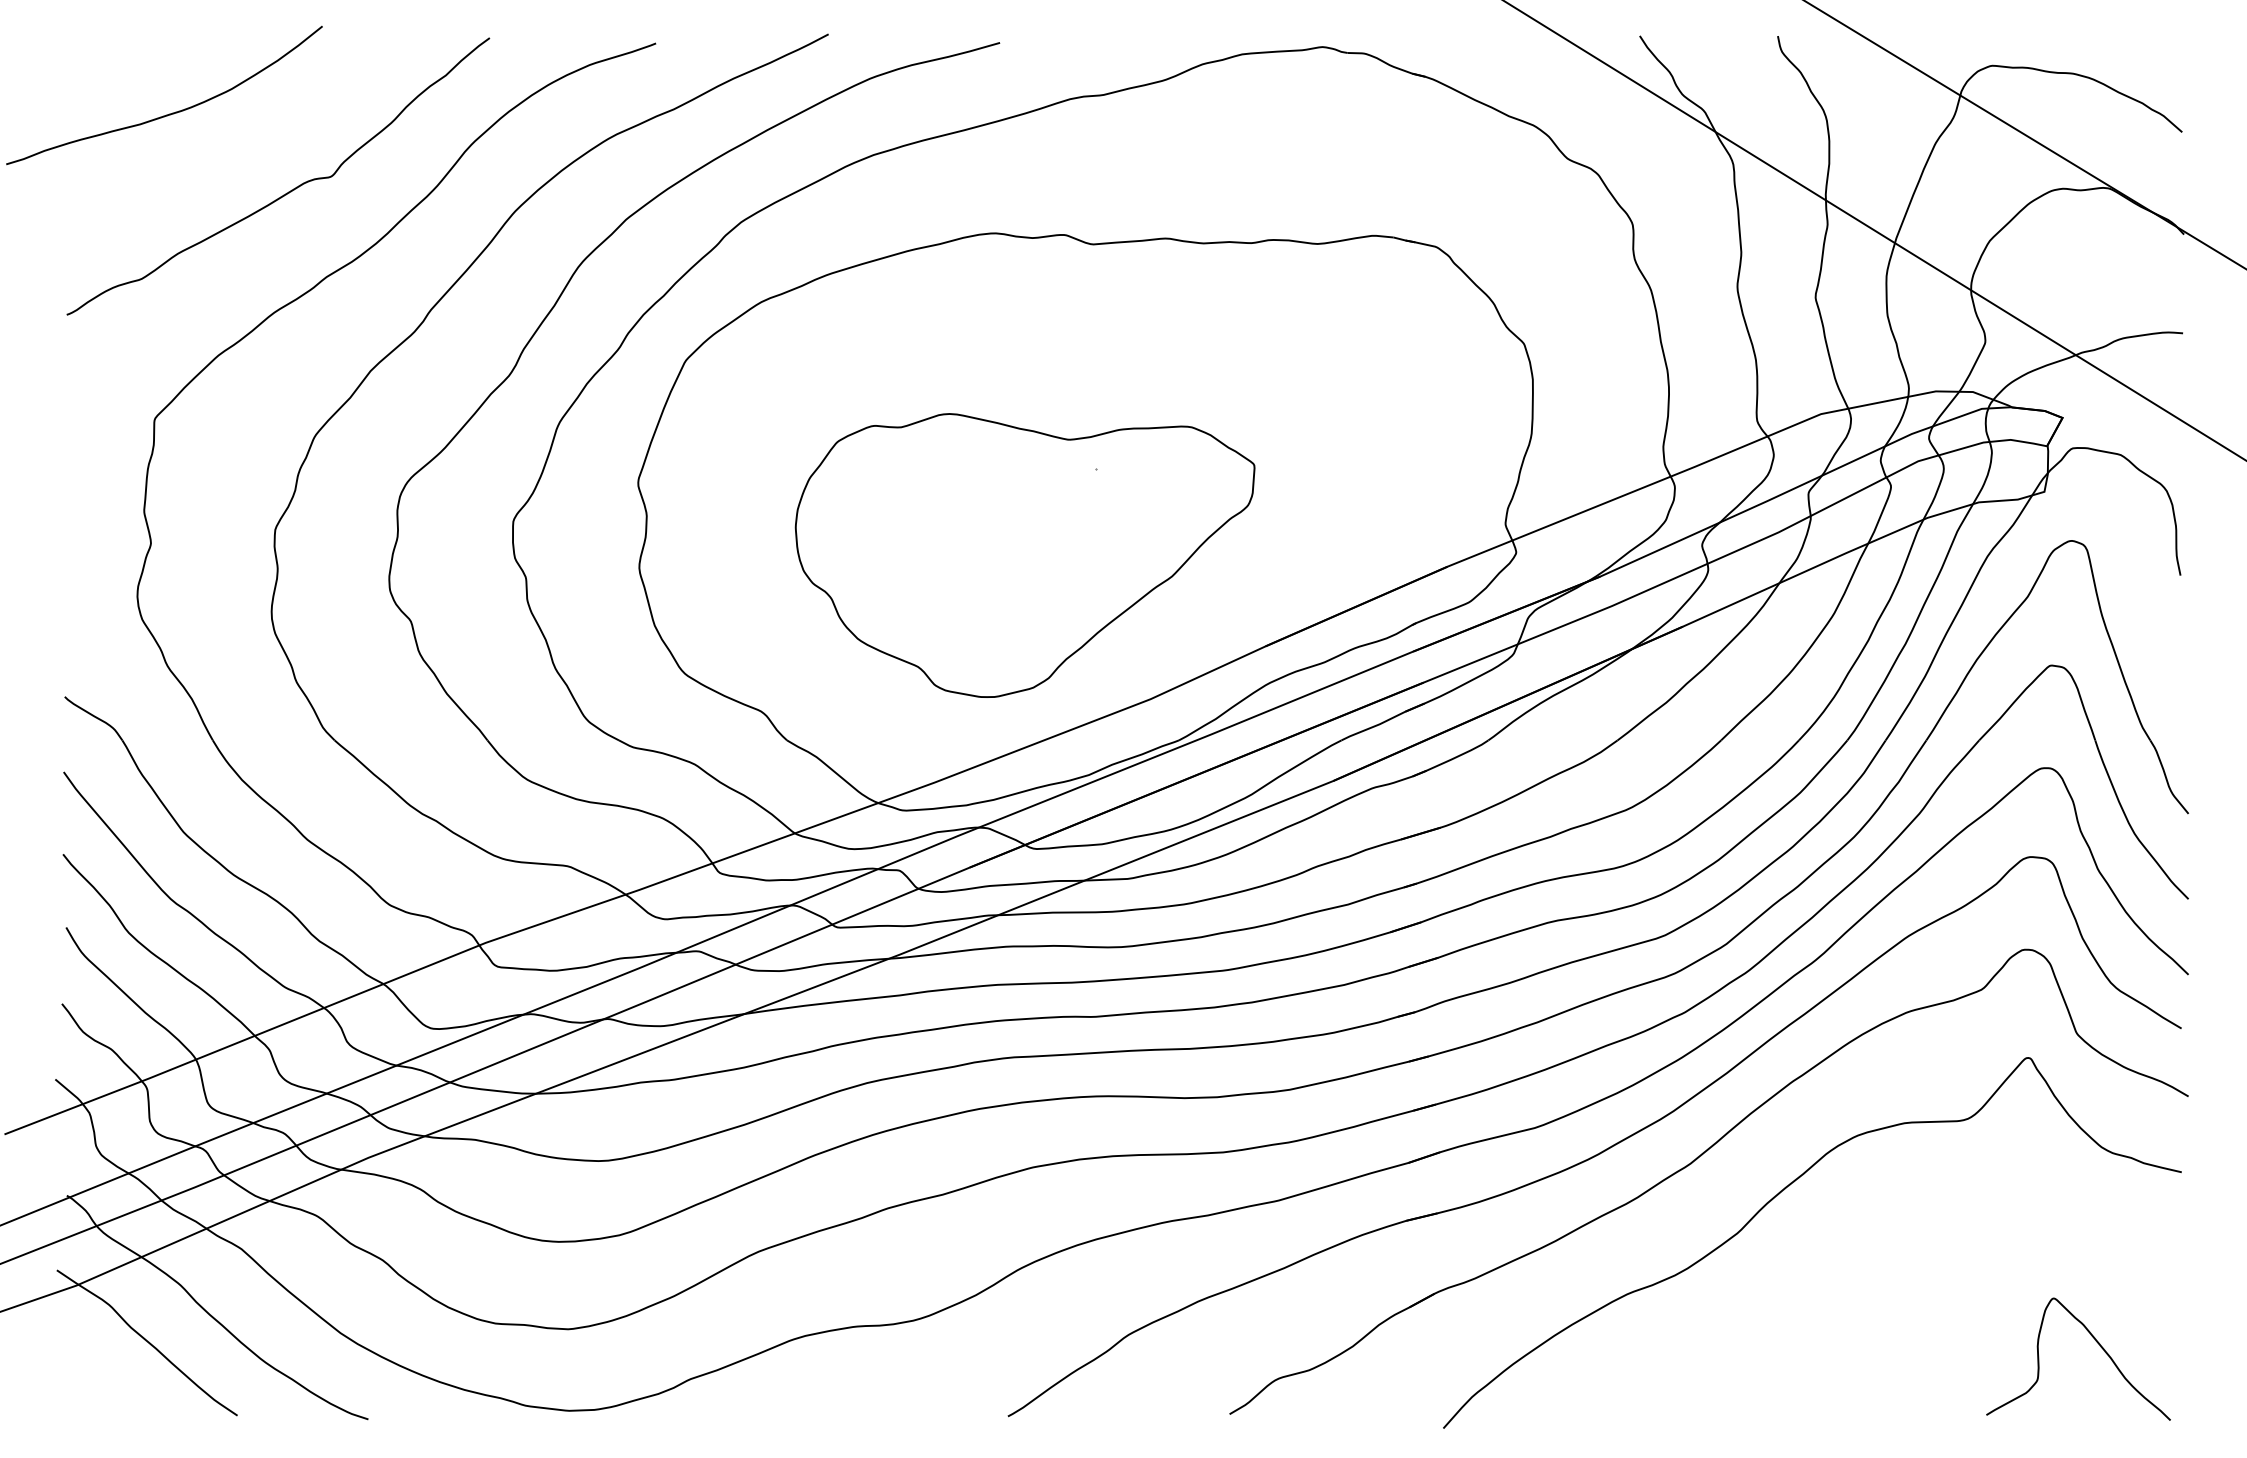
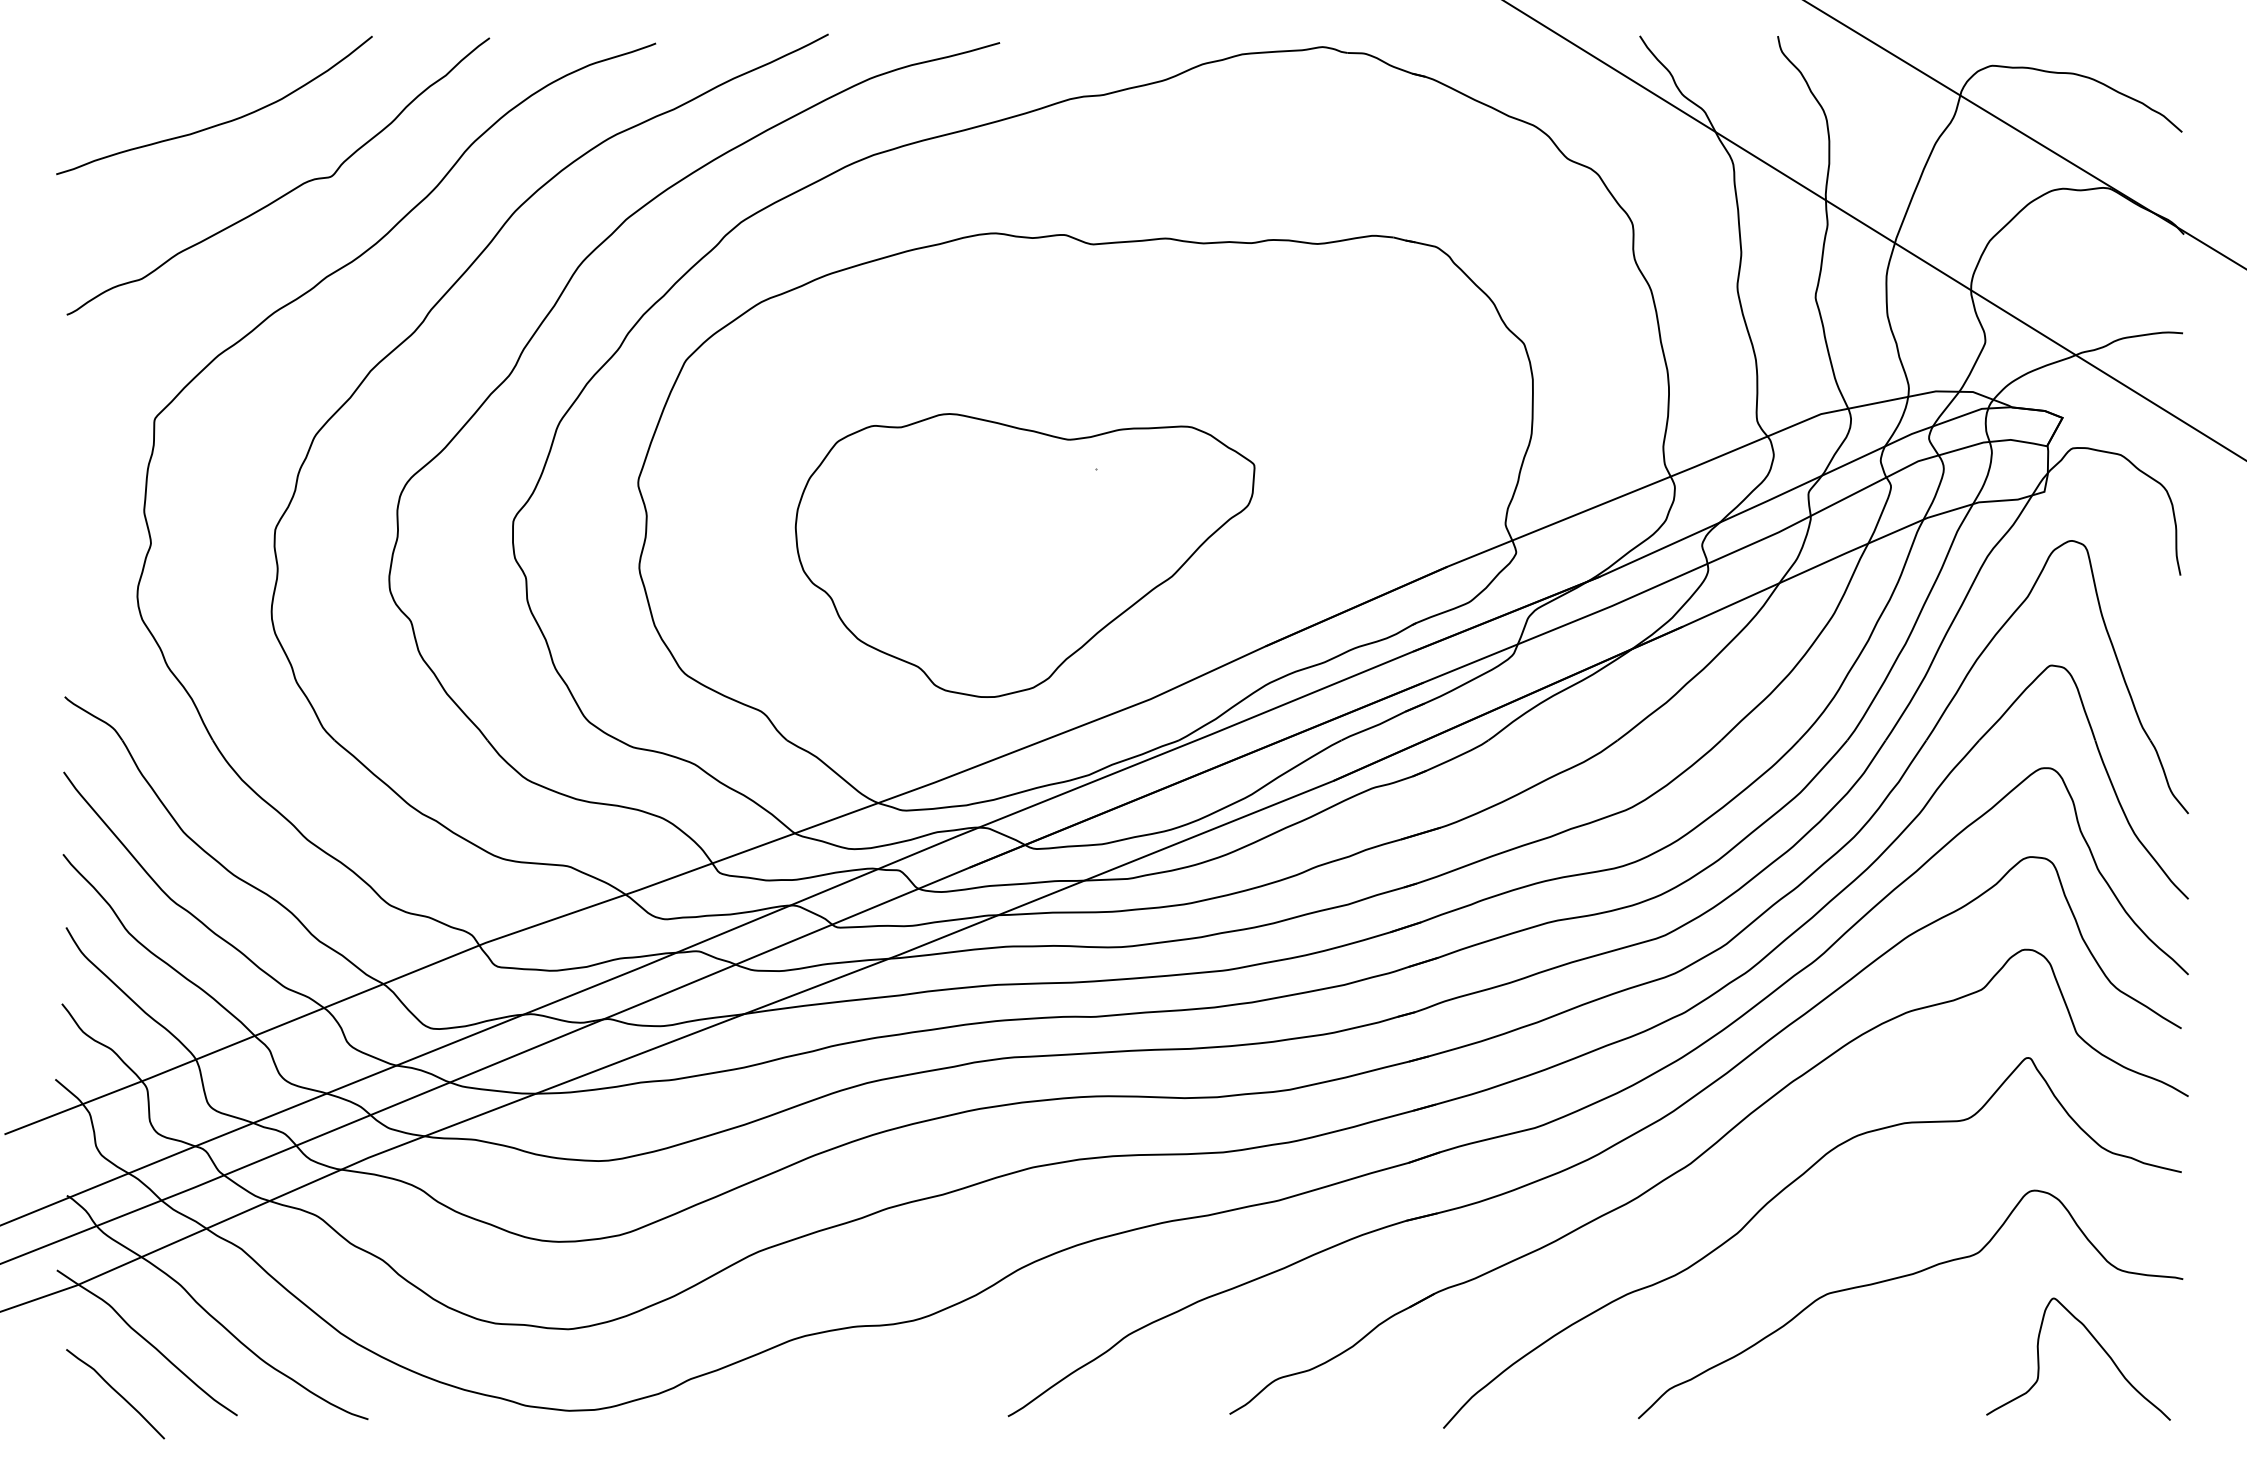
curve at (169, 113) position: (169, 113) -> (219, 123)
curve at (1904, 1277): none -> present
curve at (116, 1393): none -> present
